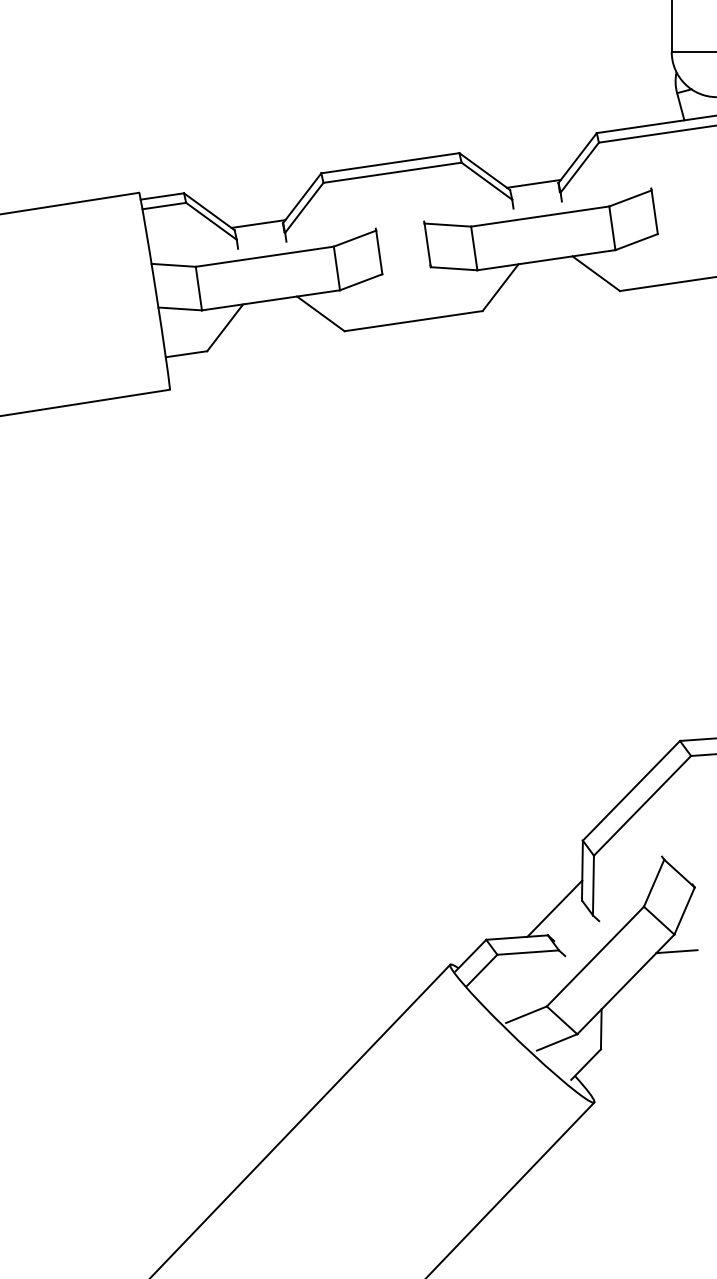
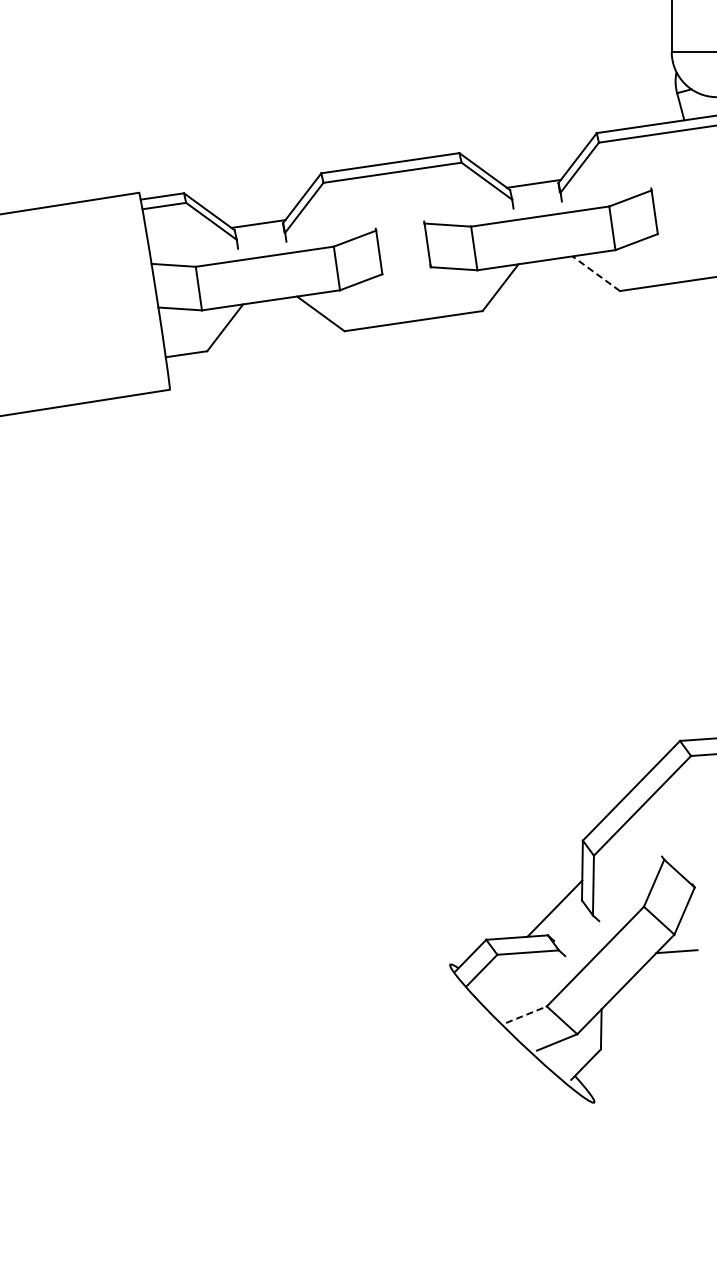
line at (595, 273): solid -> dashed
line at (526, 1014): solid -> dashed
line at (301, 1119): present -> none
line at (511, 1188): present -> none
